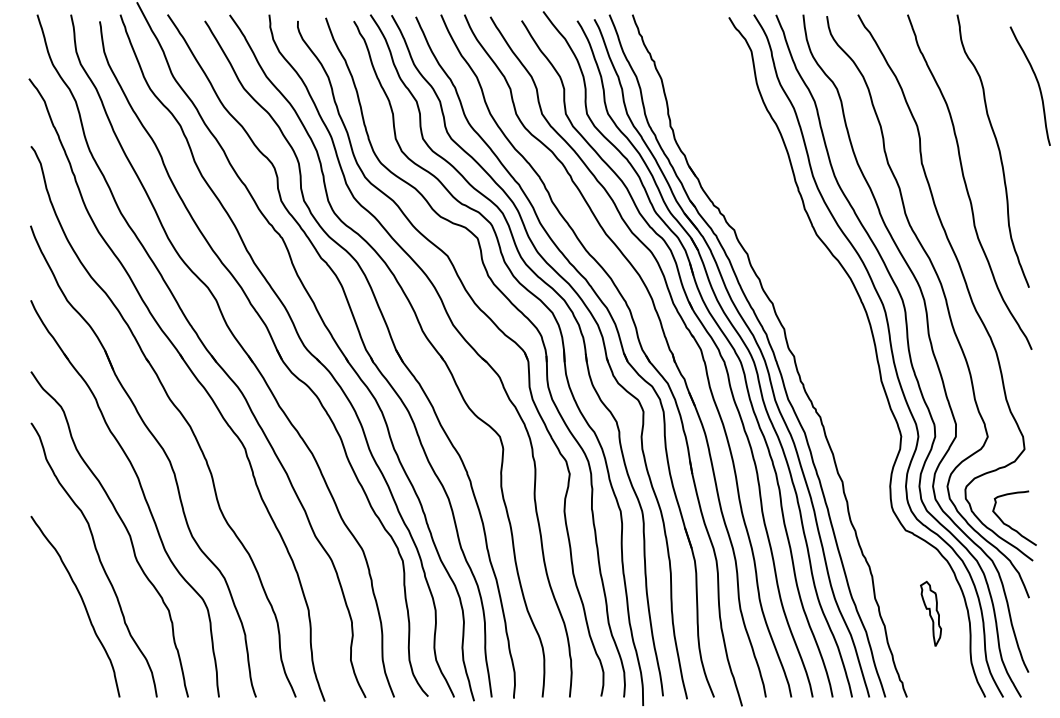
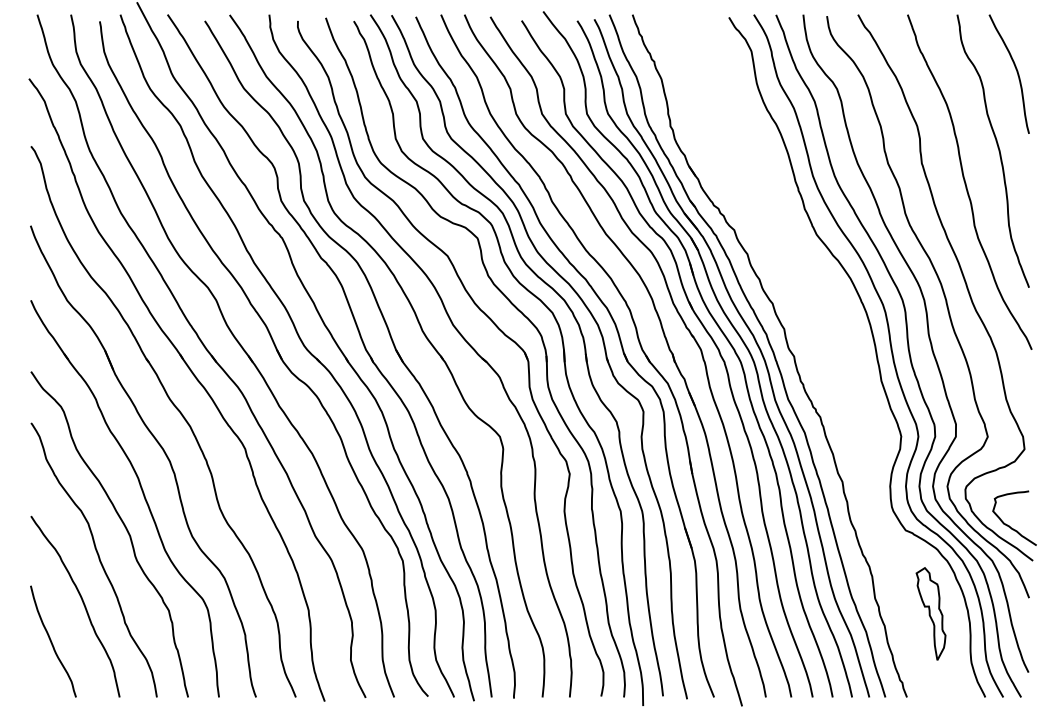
curve at (1036, 81) position: (1036, 81) -> (1015, 69)
part at (930, 613) size: 22x67 px -> 32x94 px
curve at (52, 642): none -> present
